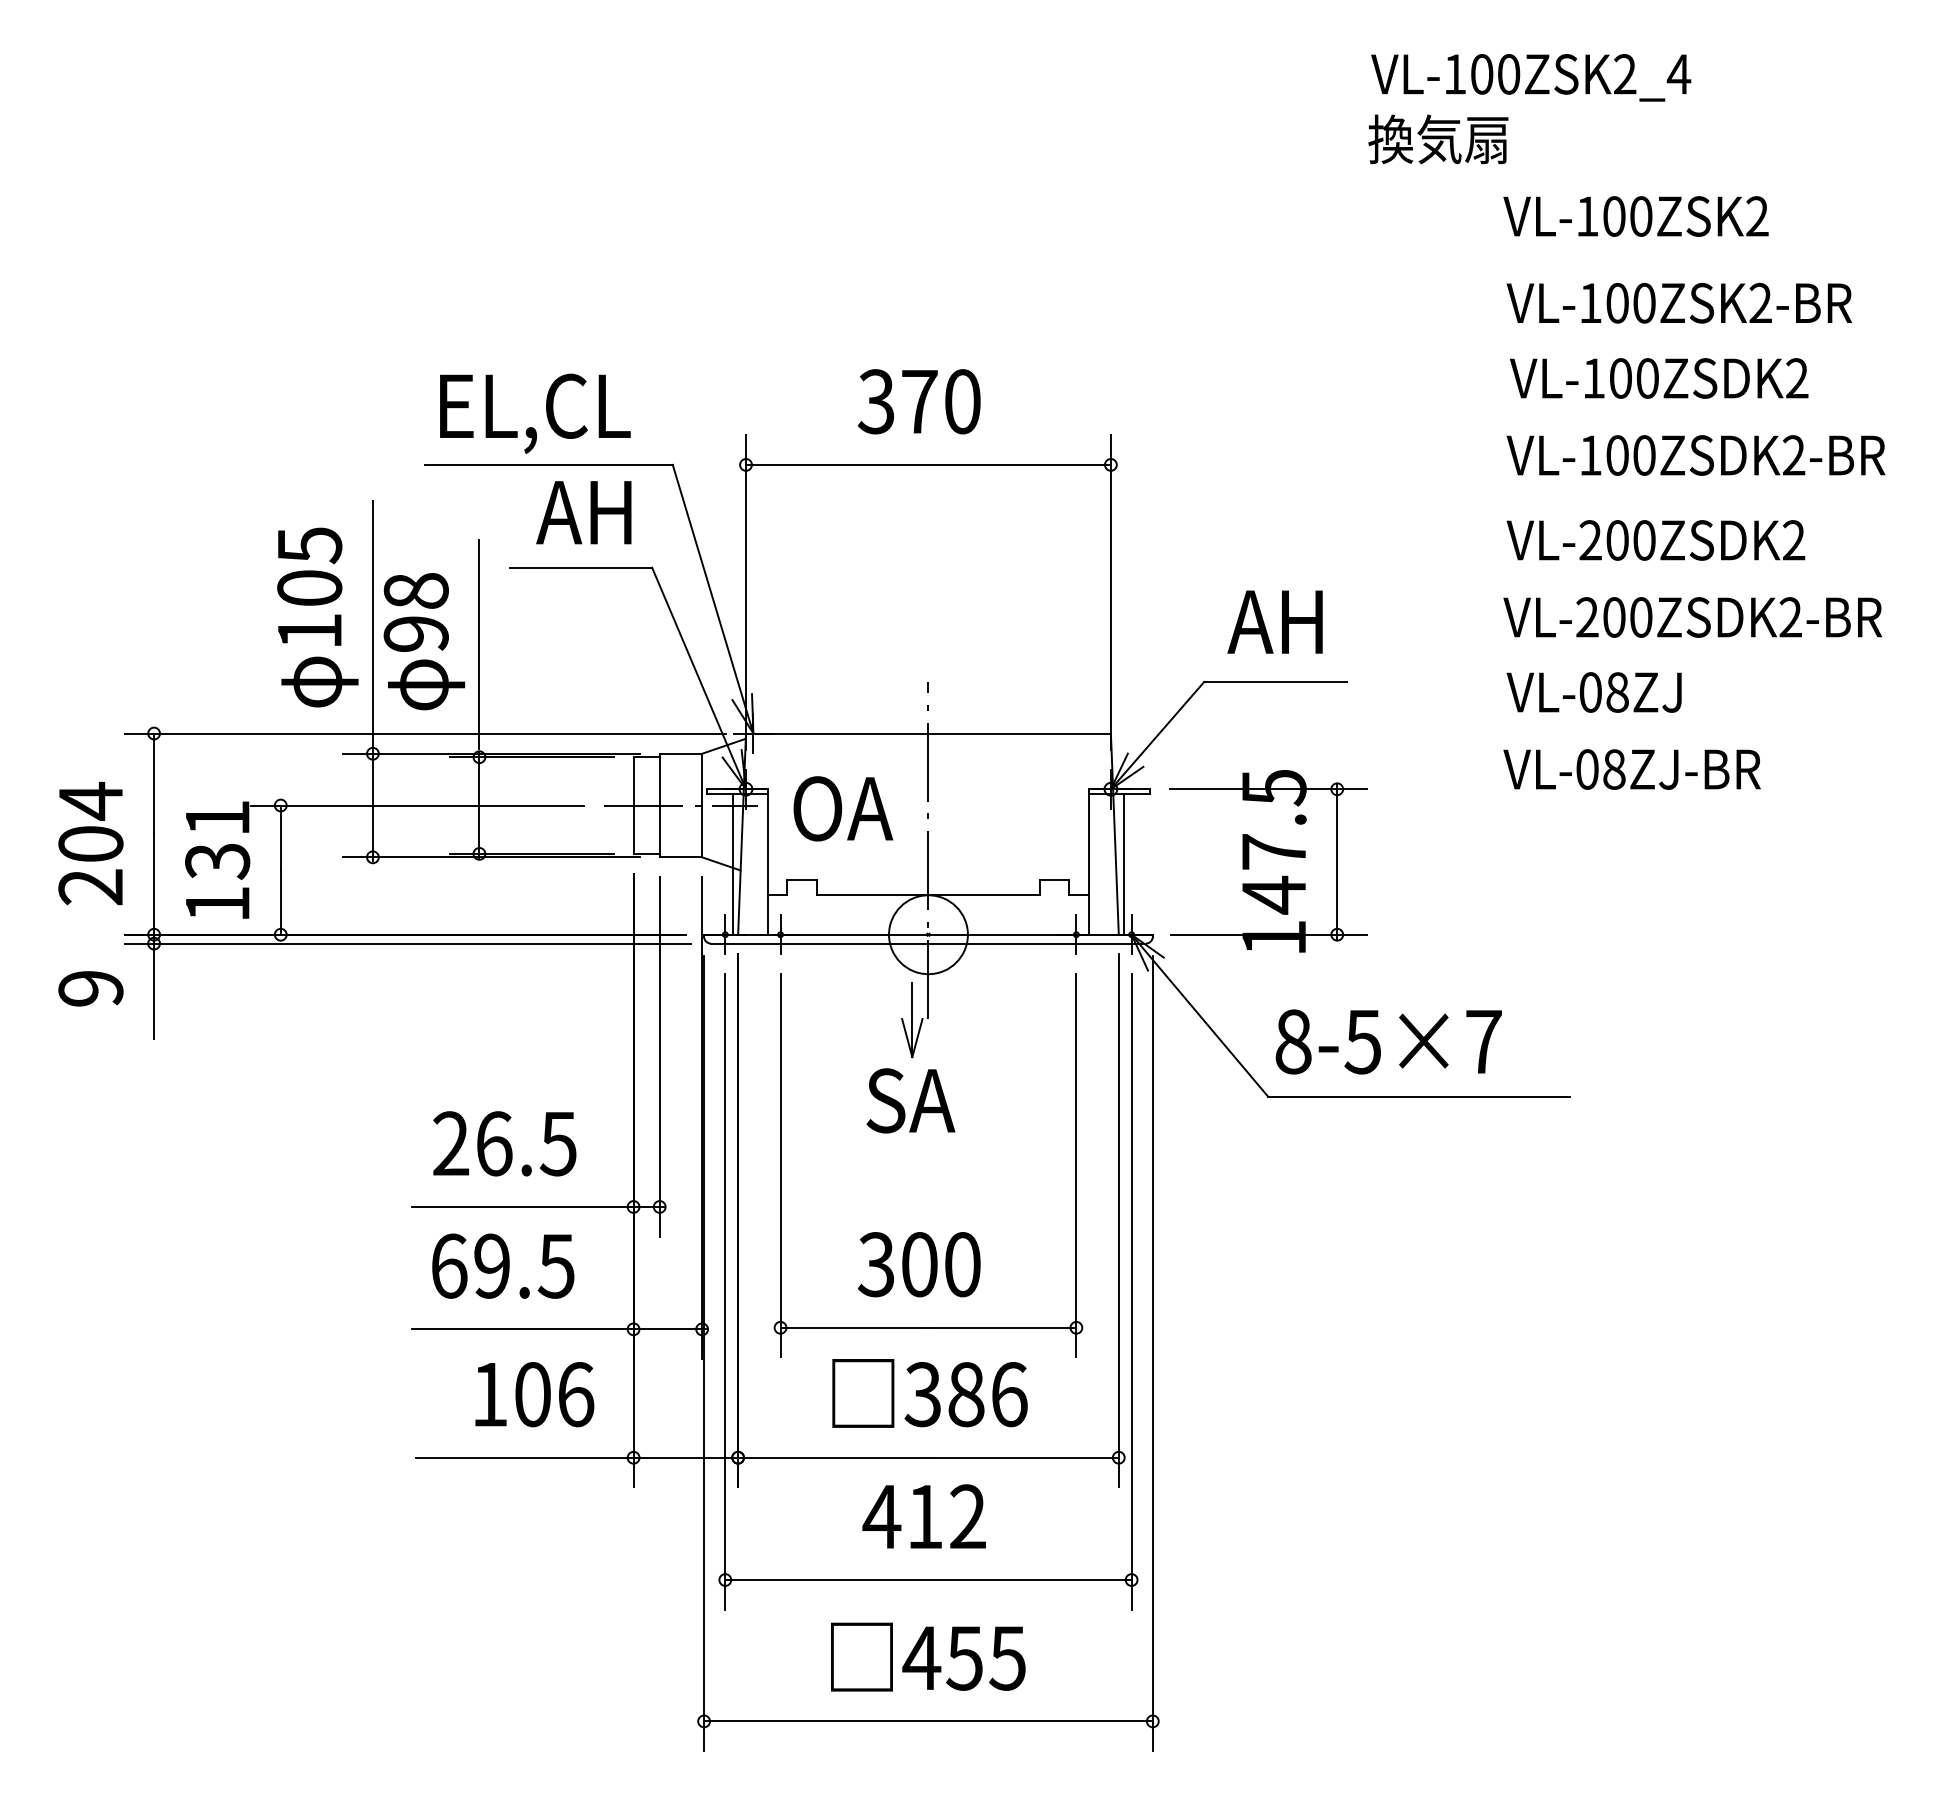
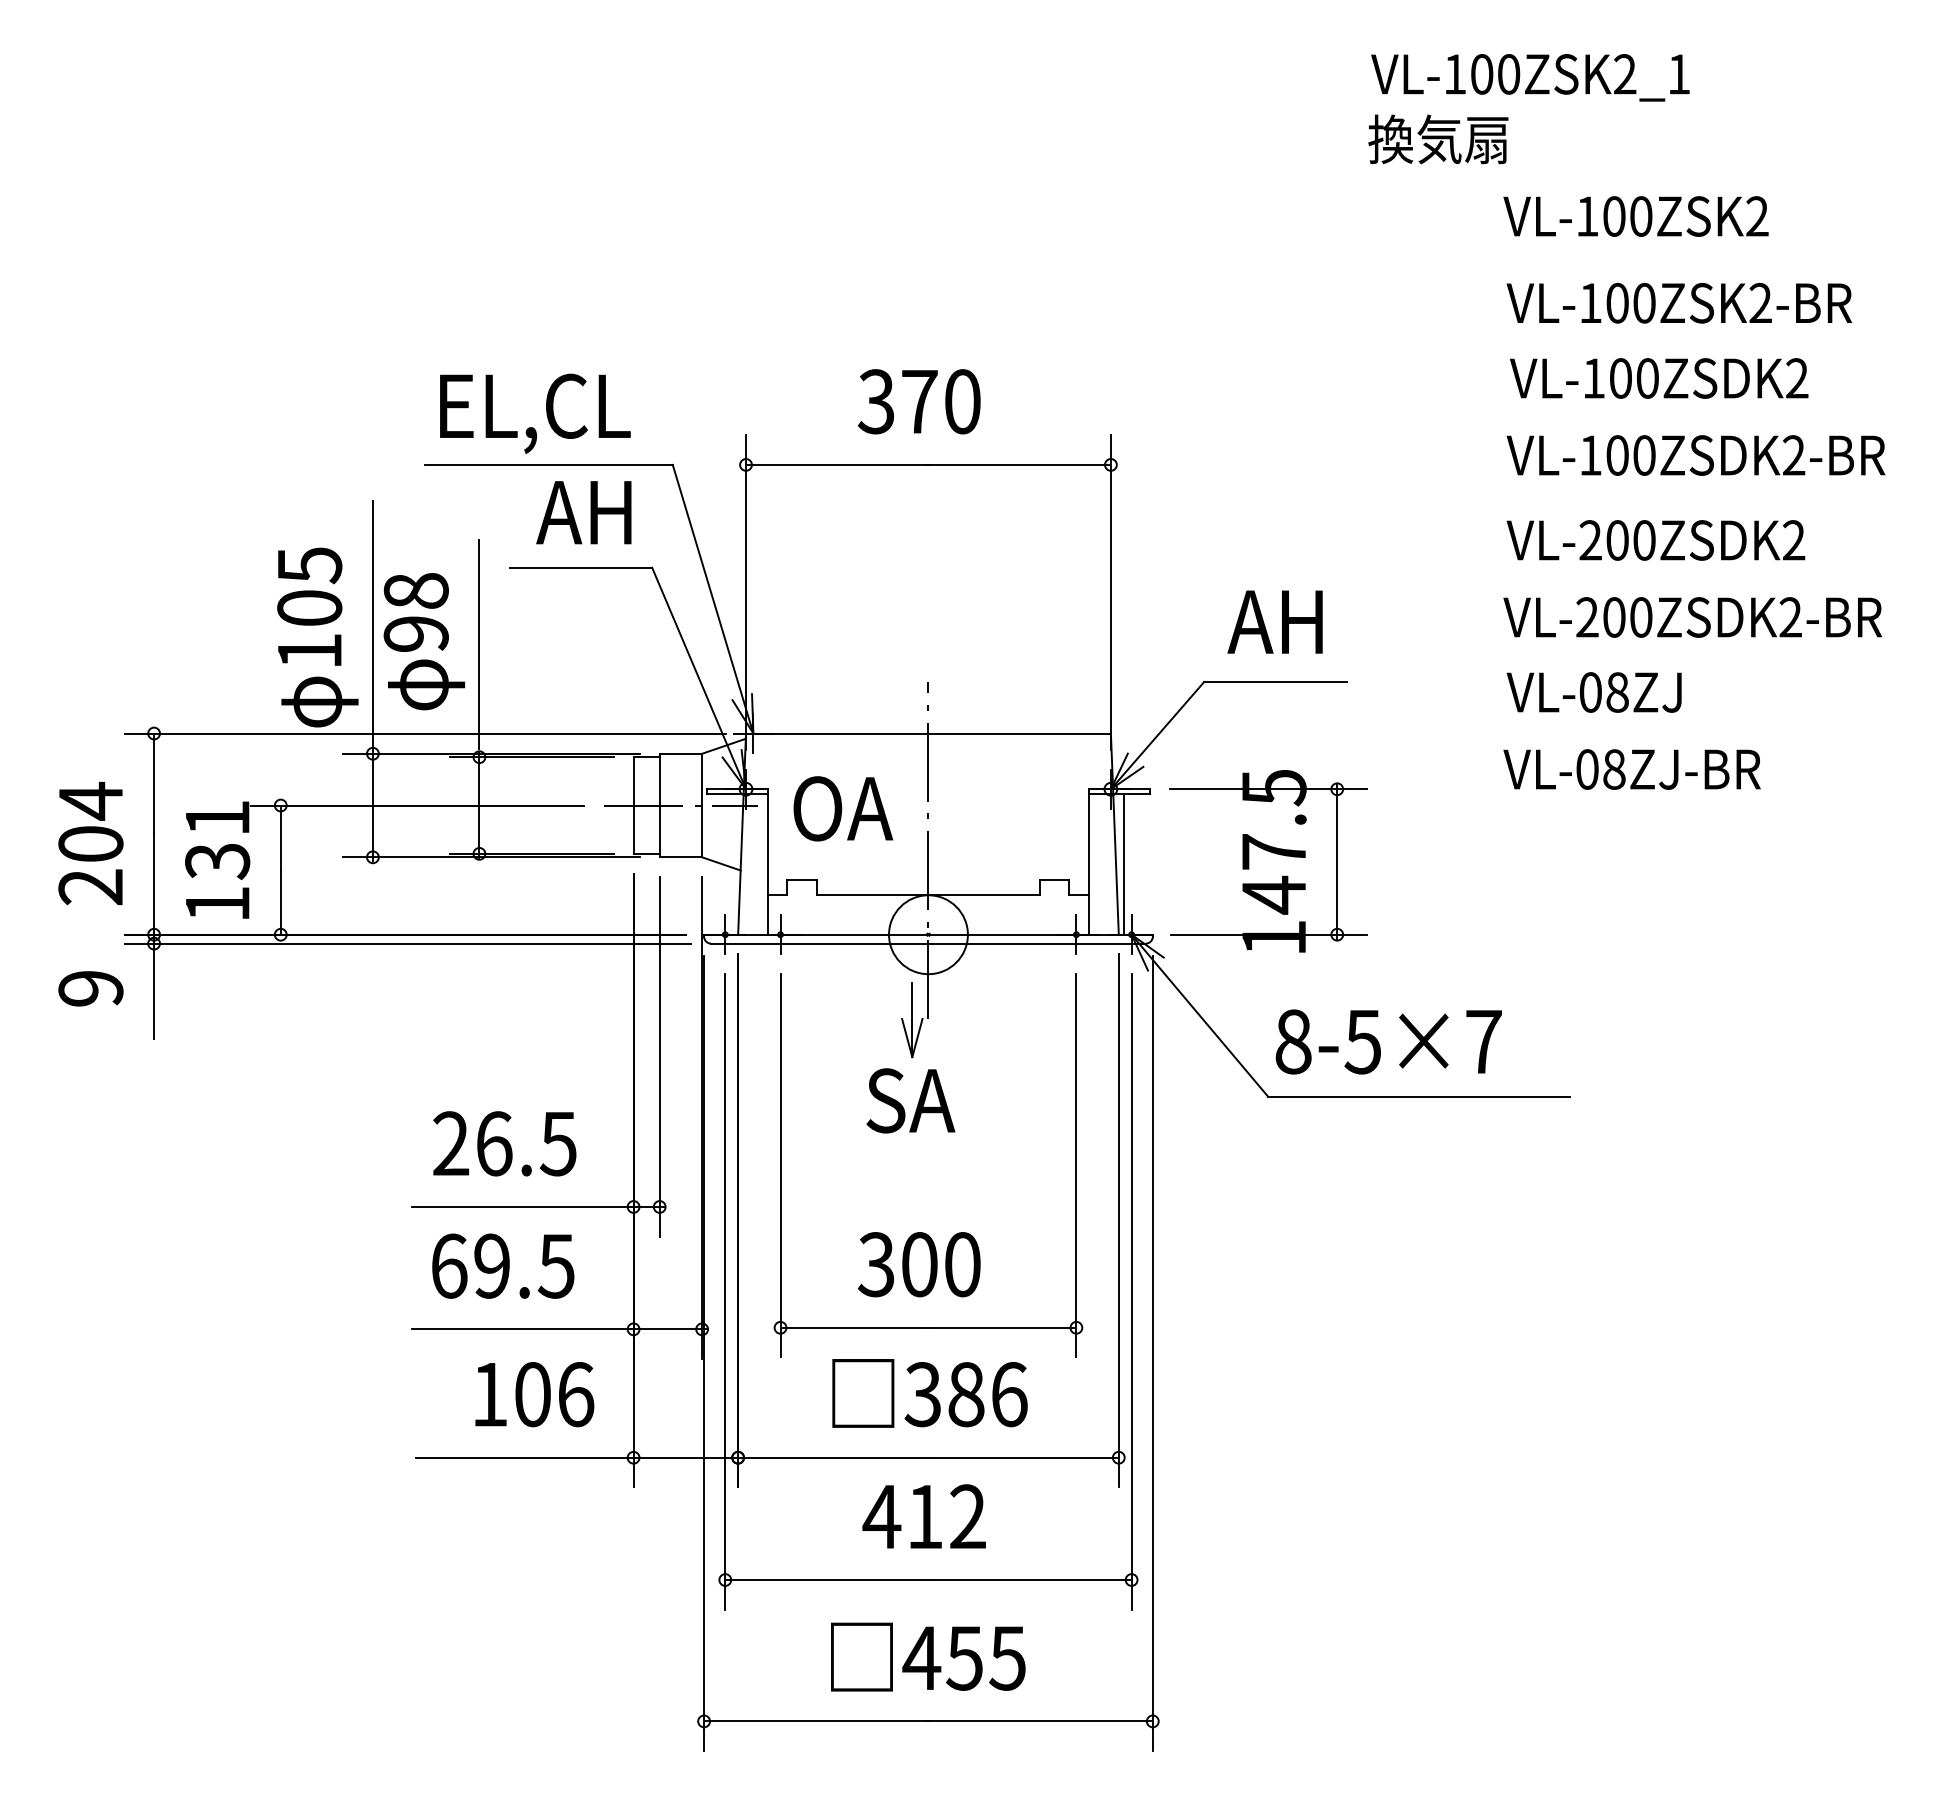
text at (1678, 74): VL-100ZSK2_4 -> VL-100ZSK2_1
text at (317, 617) position: (317, 617) -> (317, 637)
line at (733, 864): present -> none
